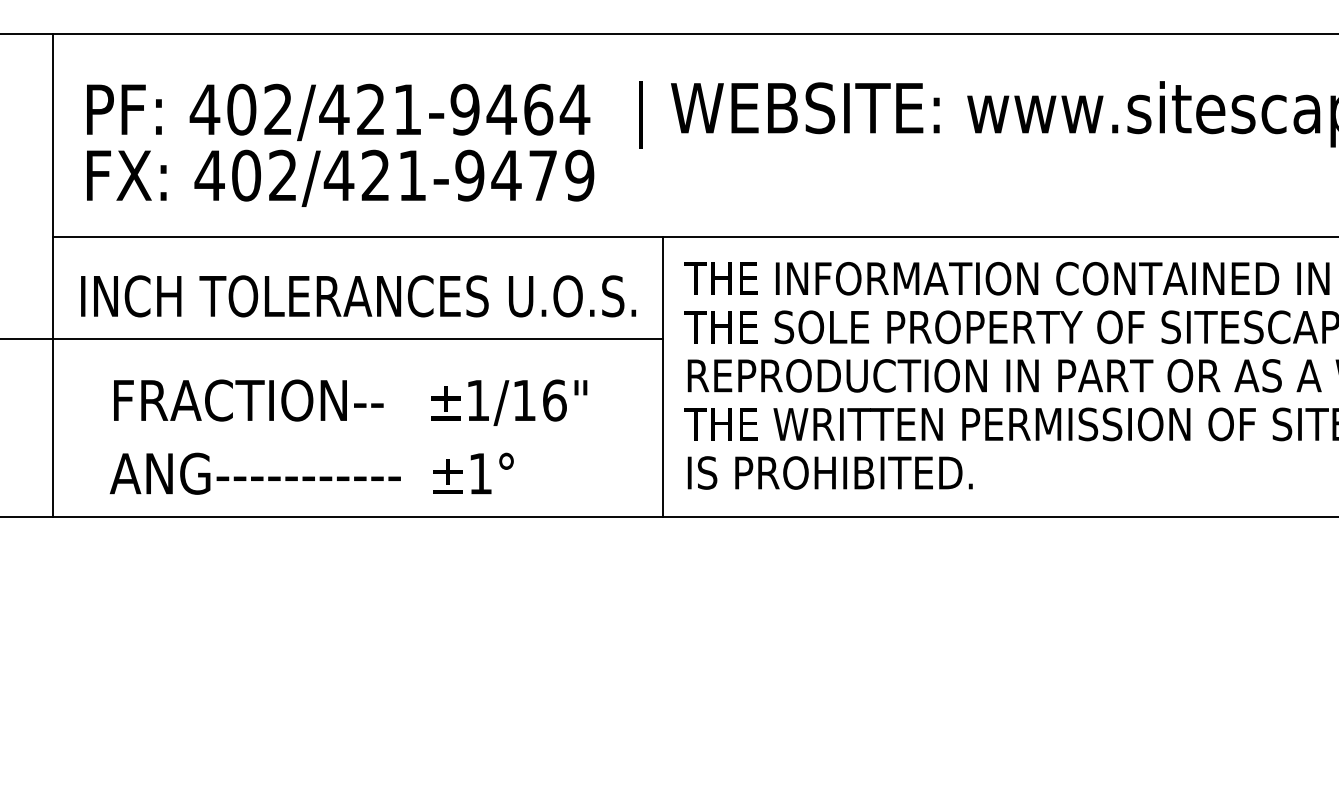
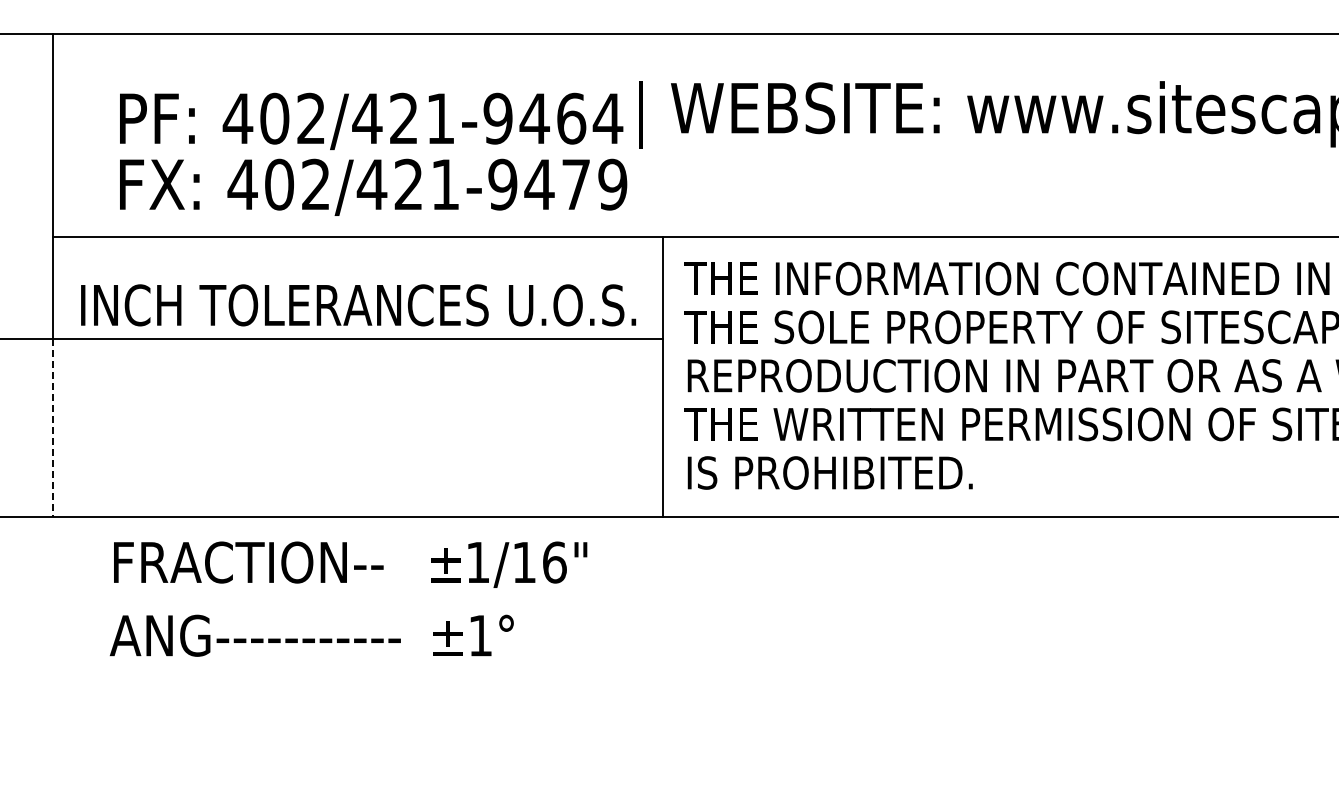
text at (340, 144) position: (340, 144) -> (373, 153)
text at (358, 296) position: (358, 296) -> (358, 305)
line at (52, 428): solid -> dashed
text at (348, 436) position: (348, 436) -> (348, 598)
